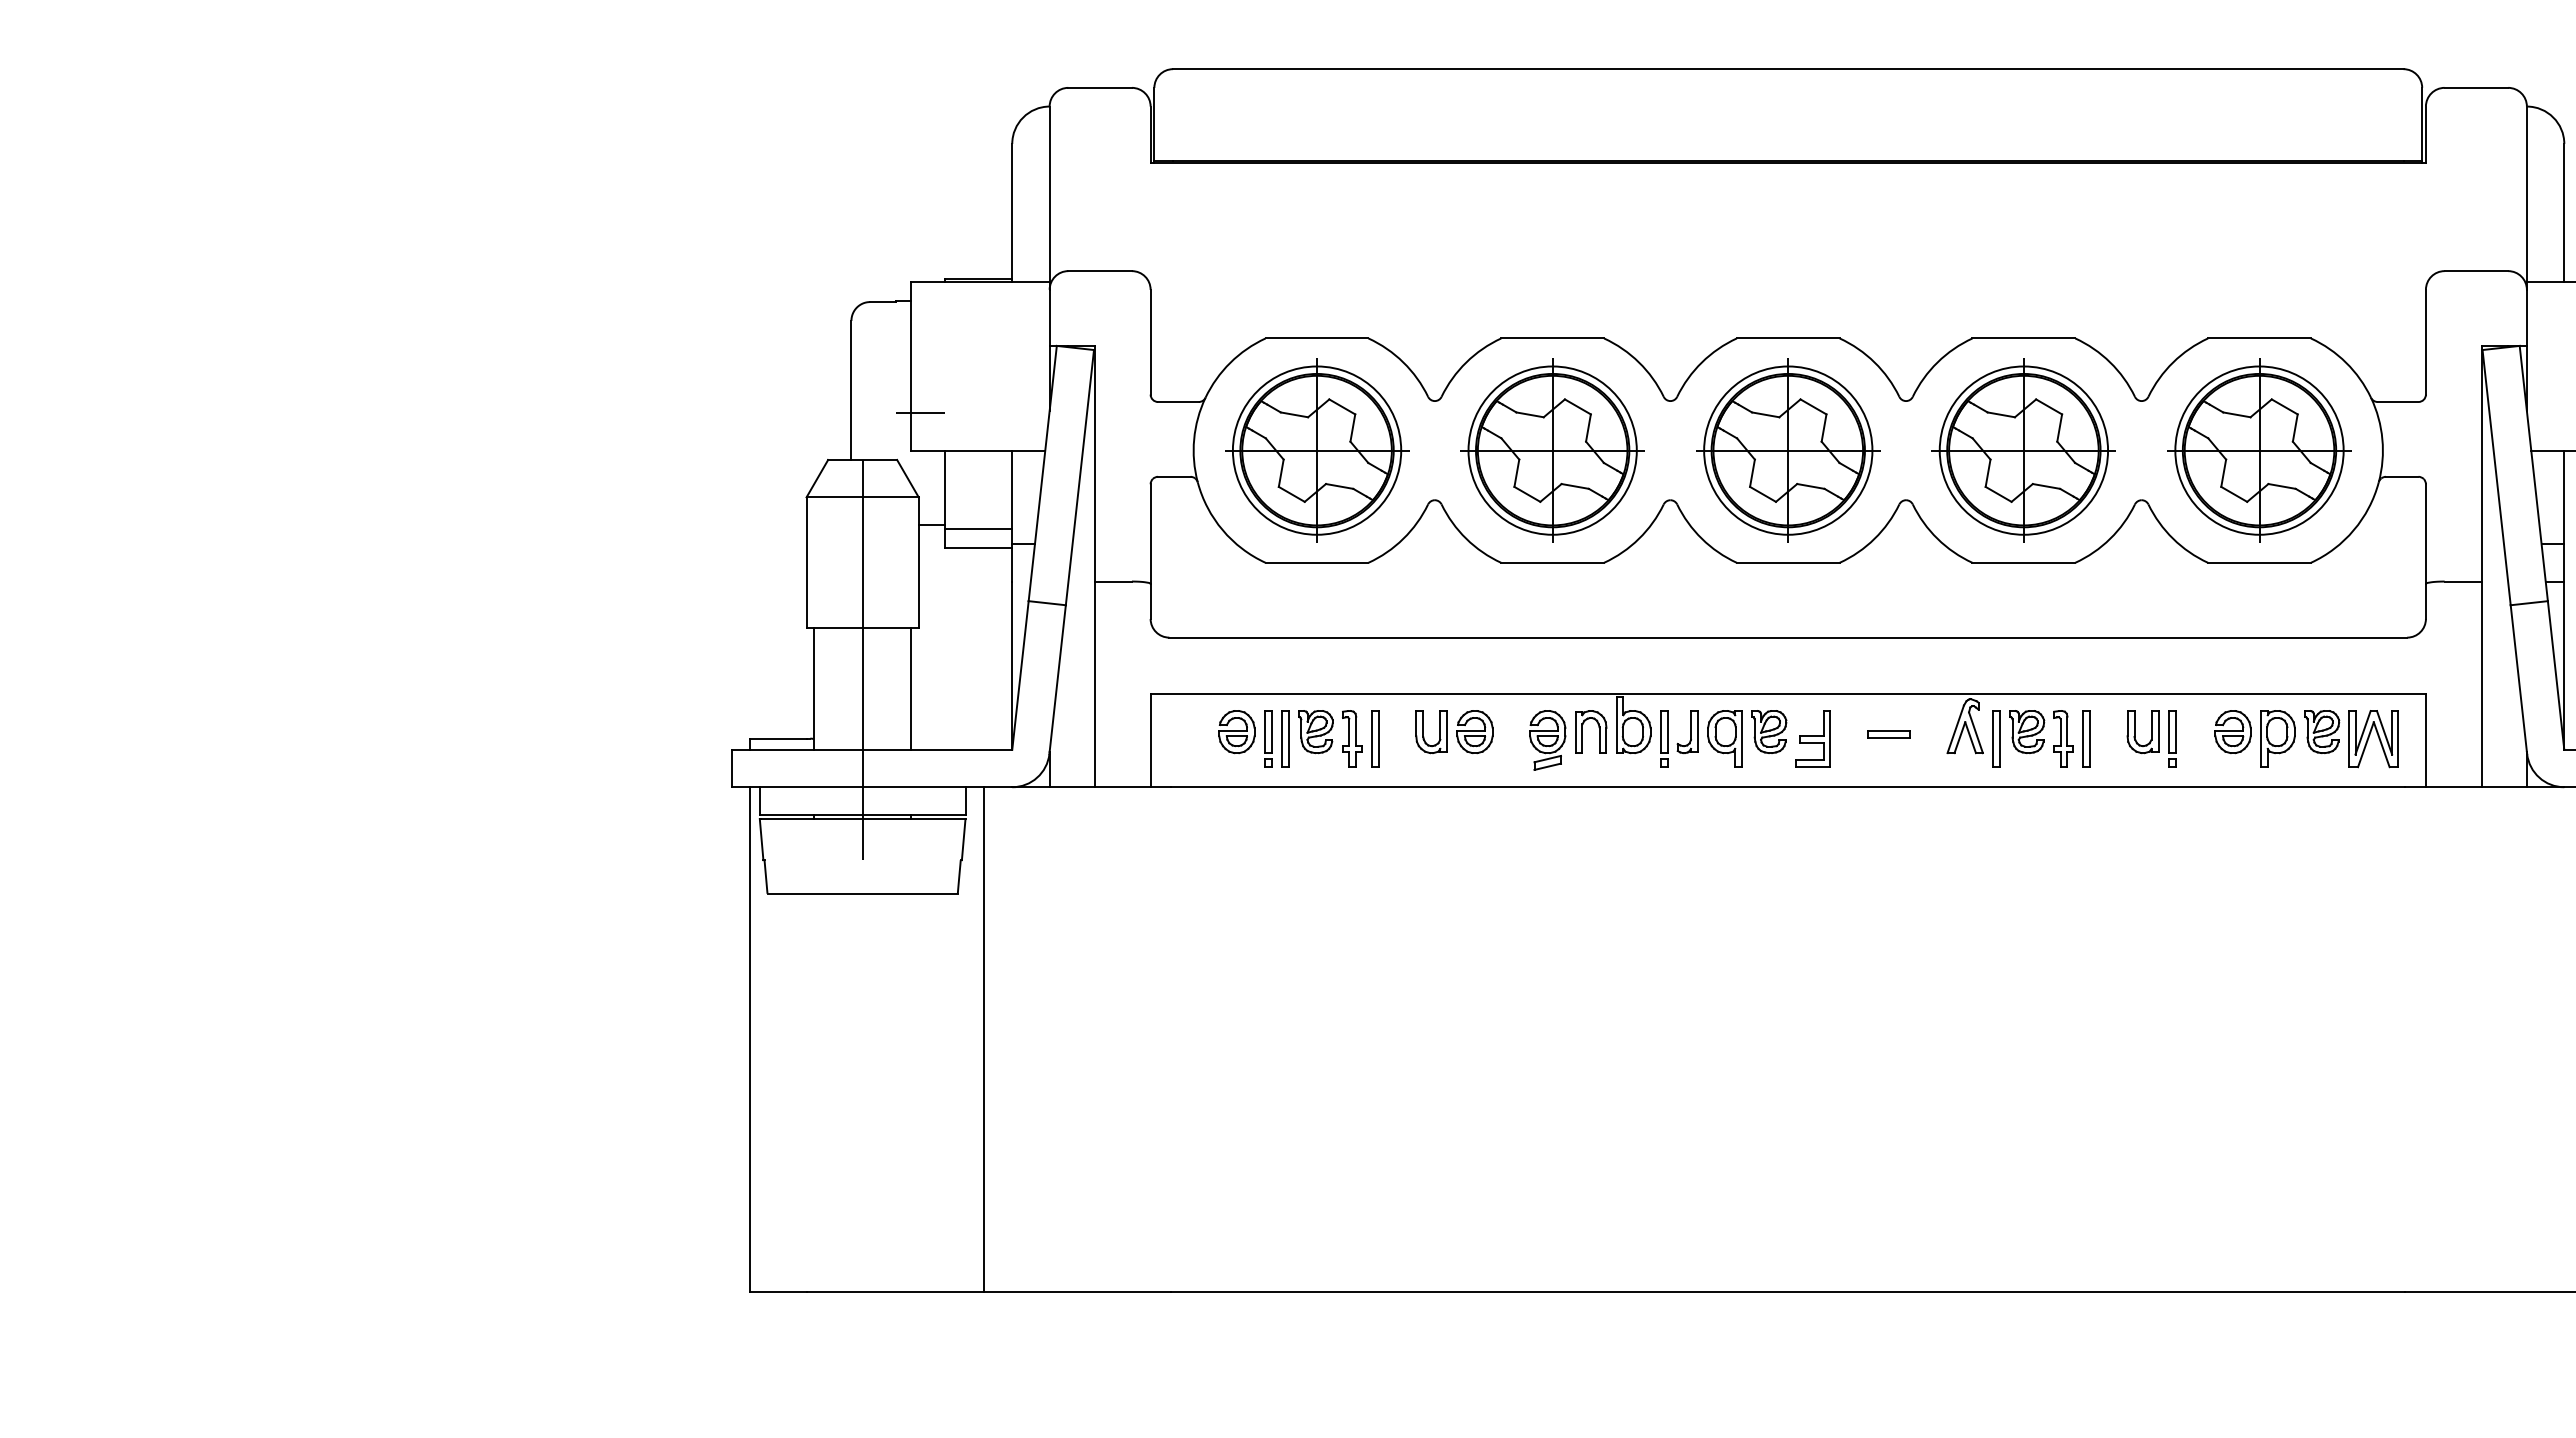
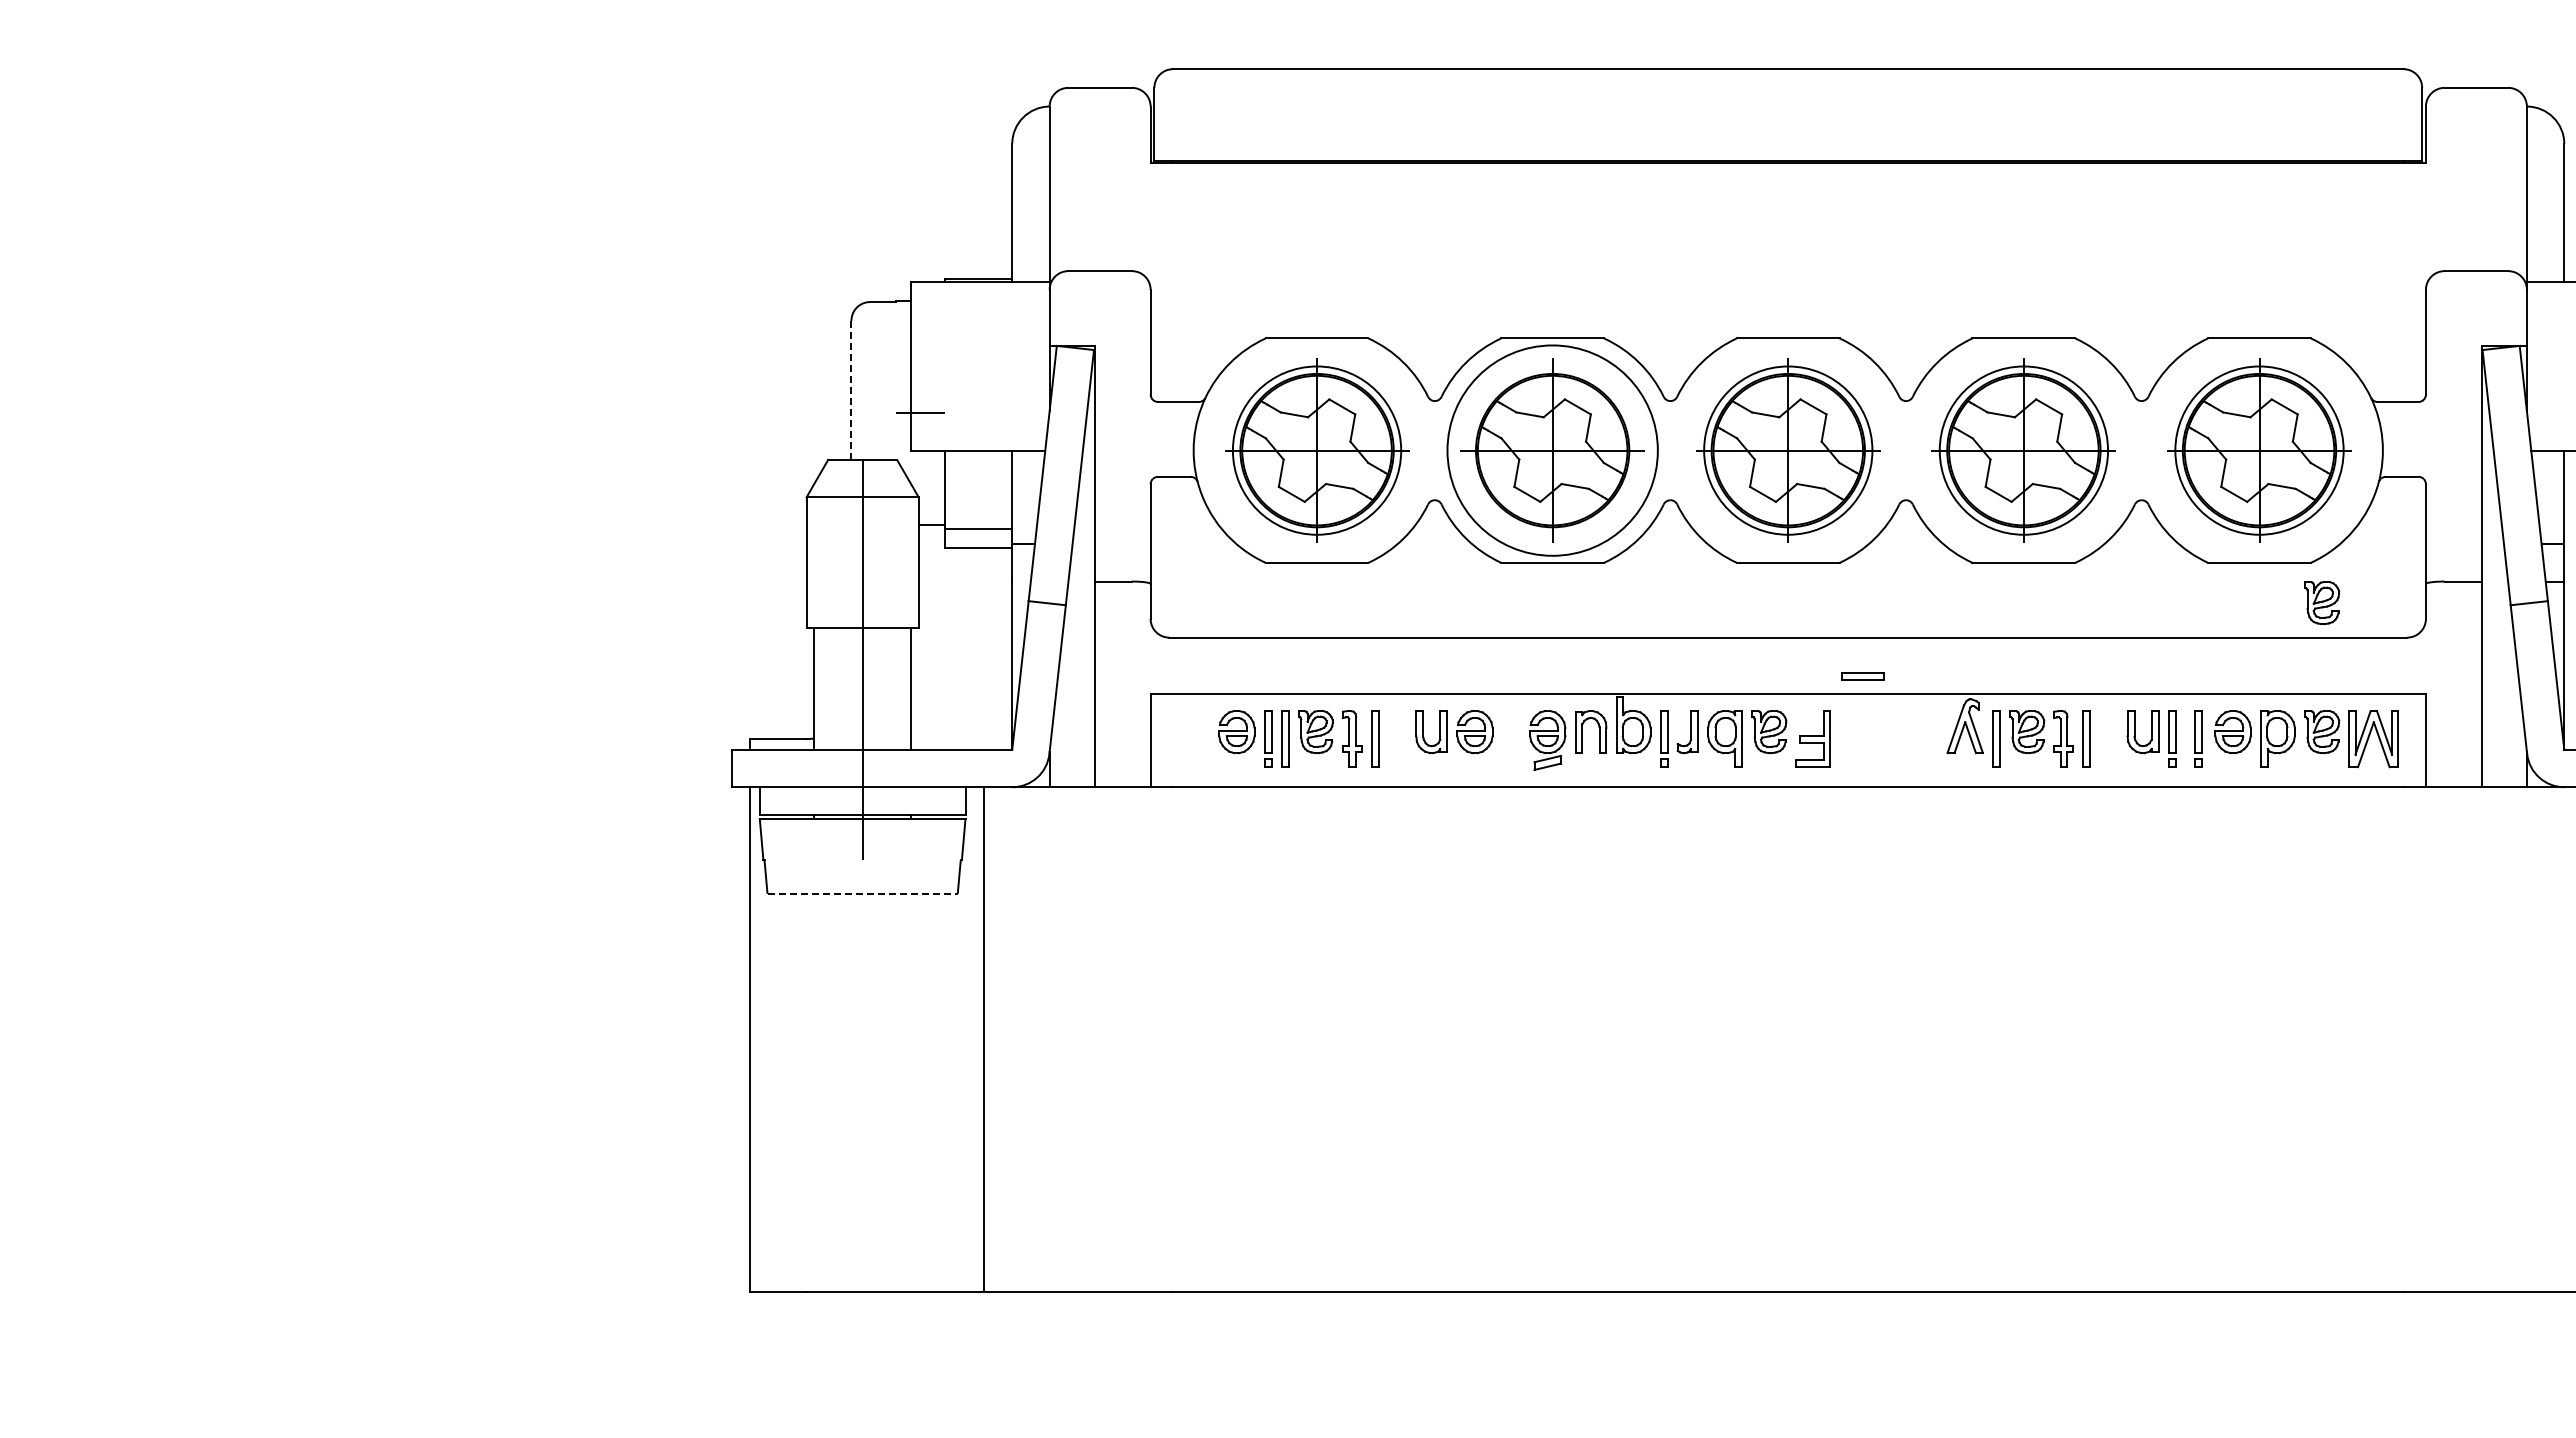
line at (851, 390): solid -> dashed
circle at (1552, 450) diameter: 168 px -> 210 px
part at (2322, 602): none -> present
part at (1888, 734) position: (1888, 734) -> (1862, 676)
part at (2198, 738): none -> present
line at (863, 893): solid -> dashed
